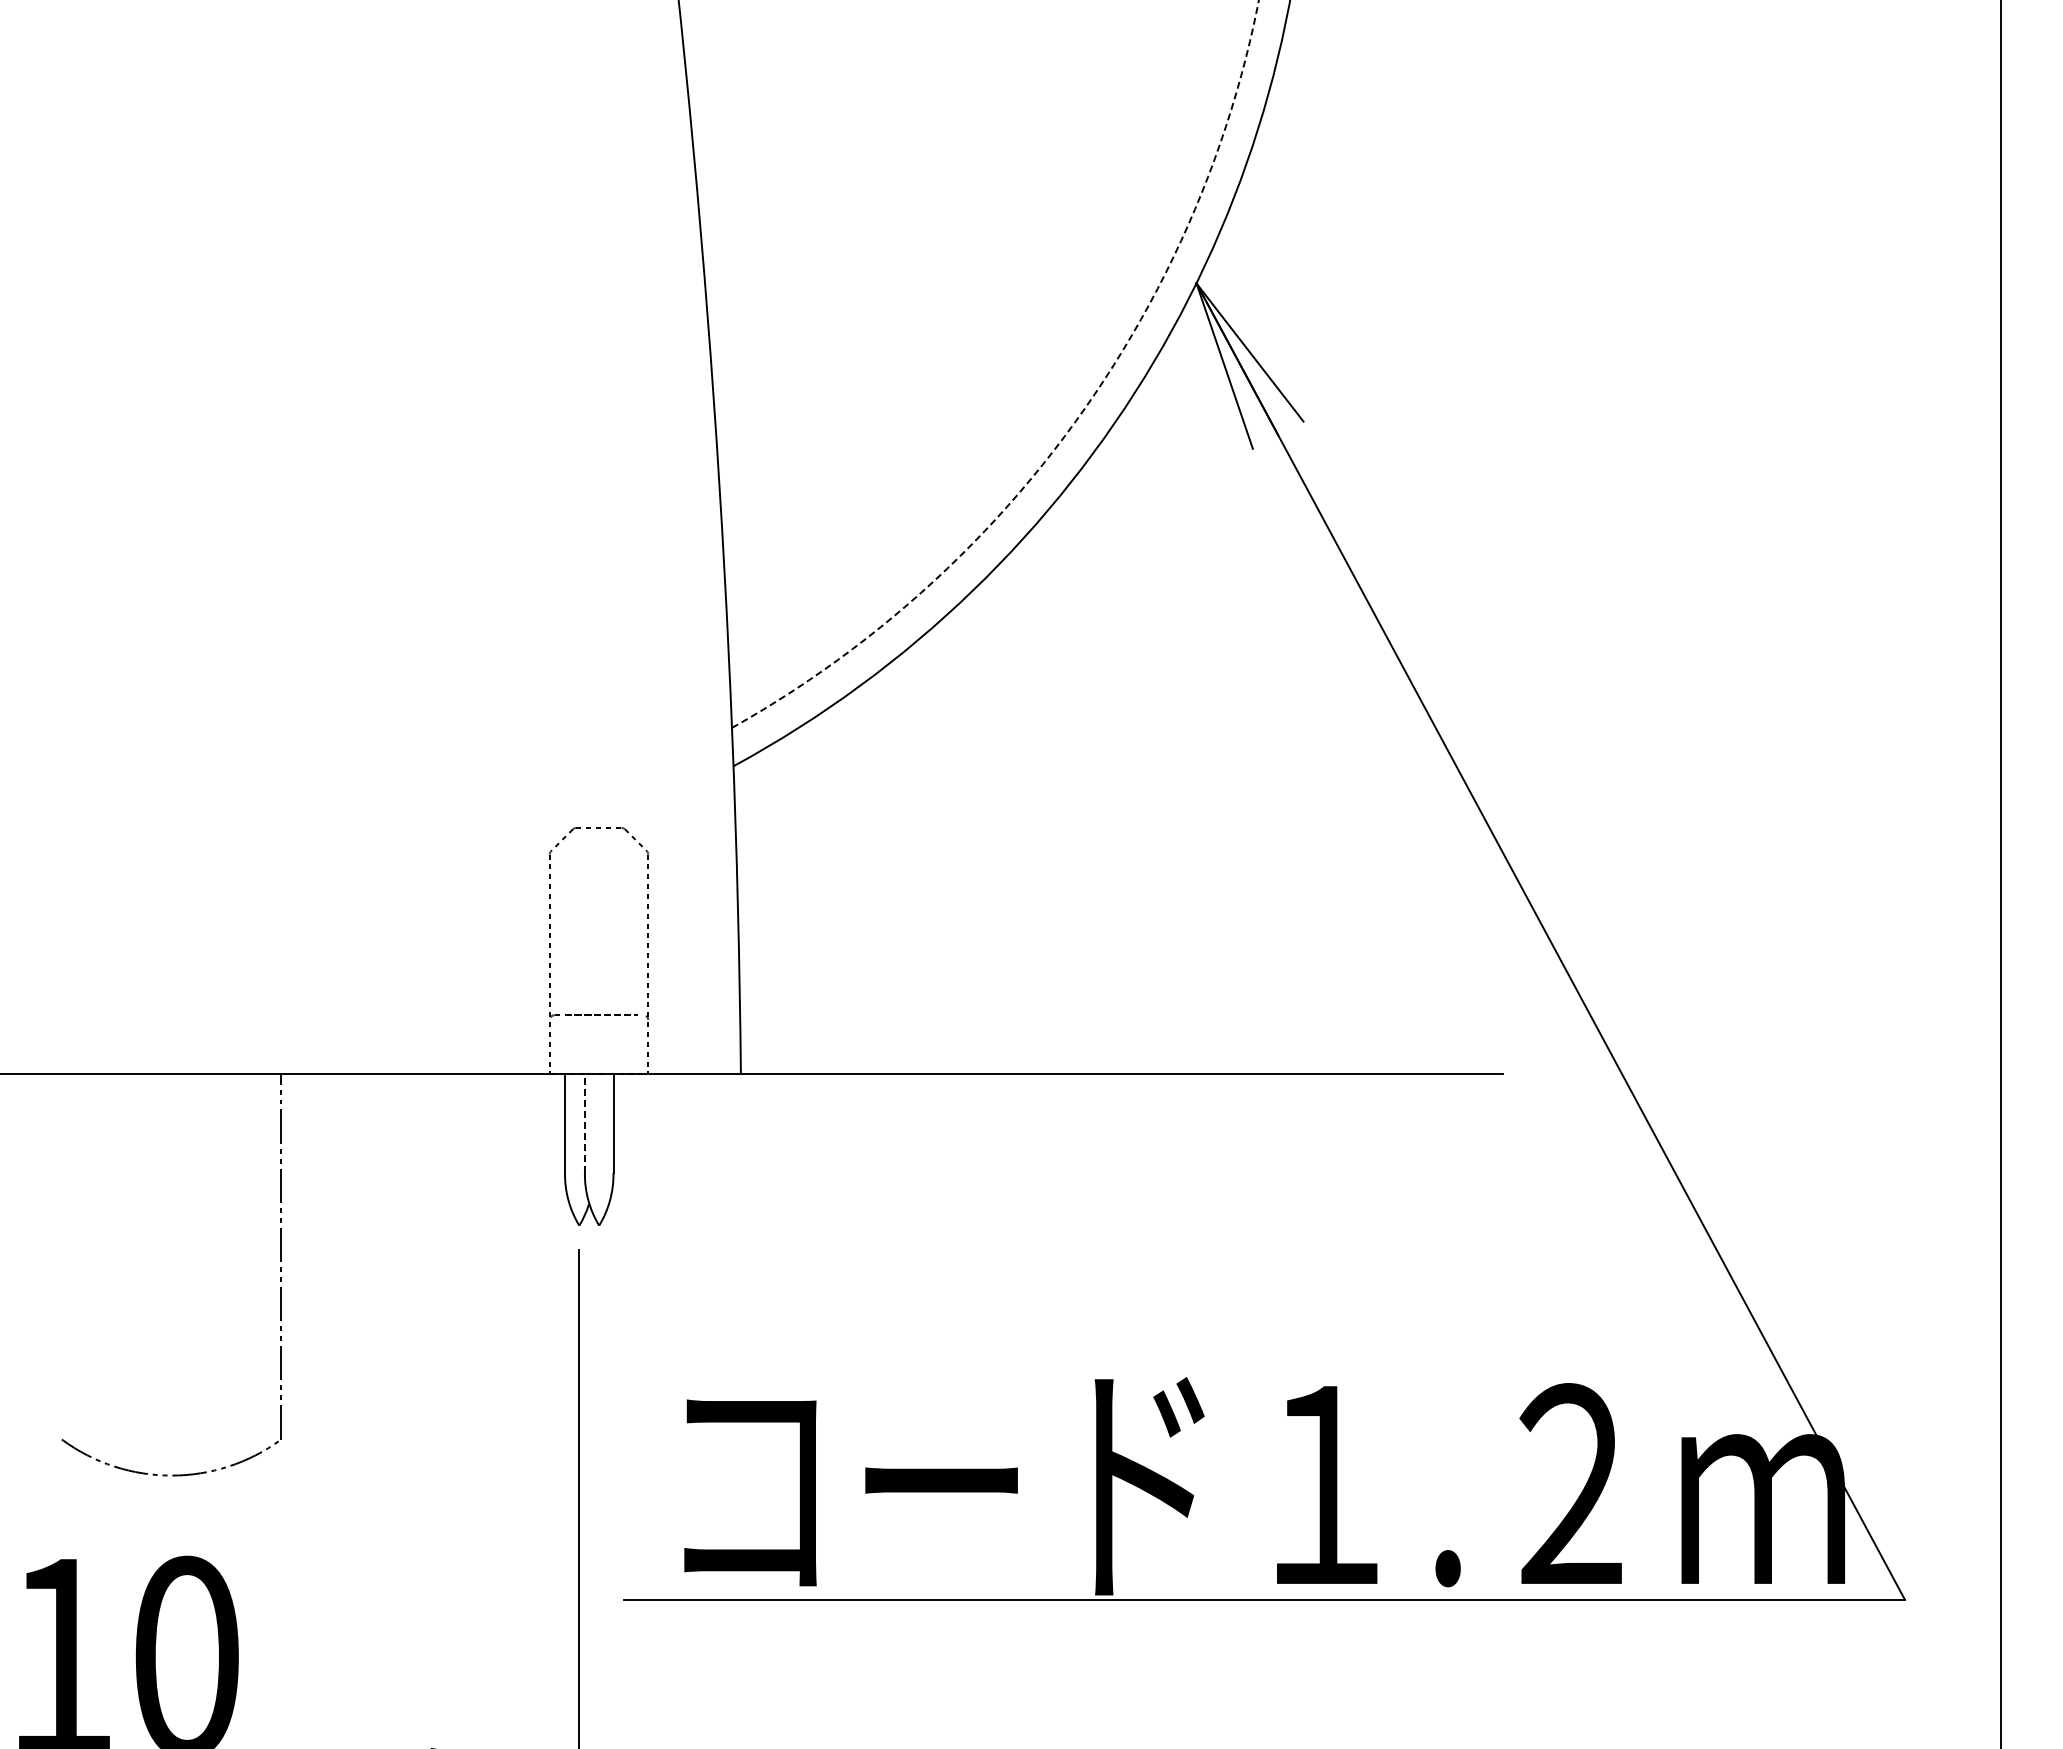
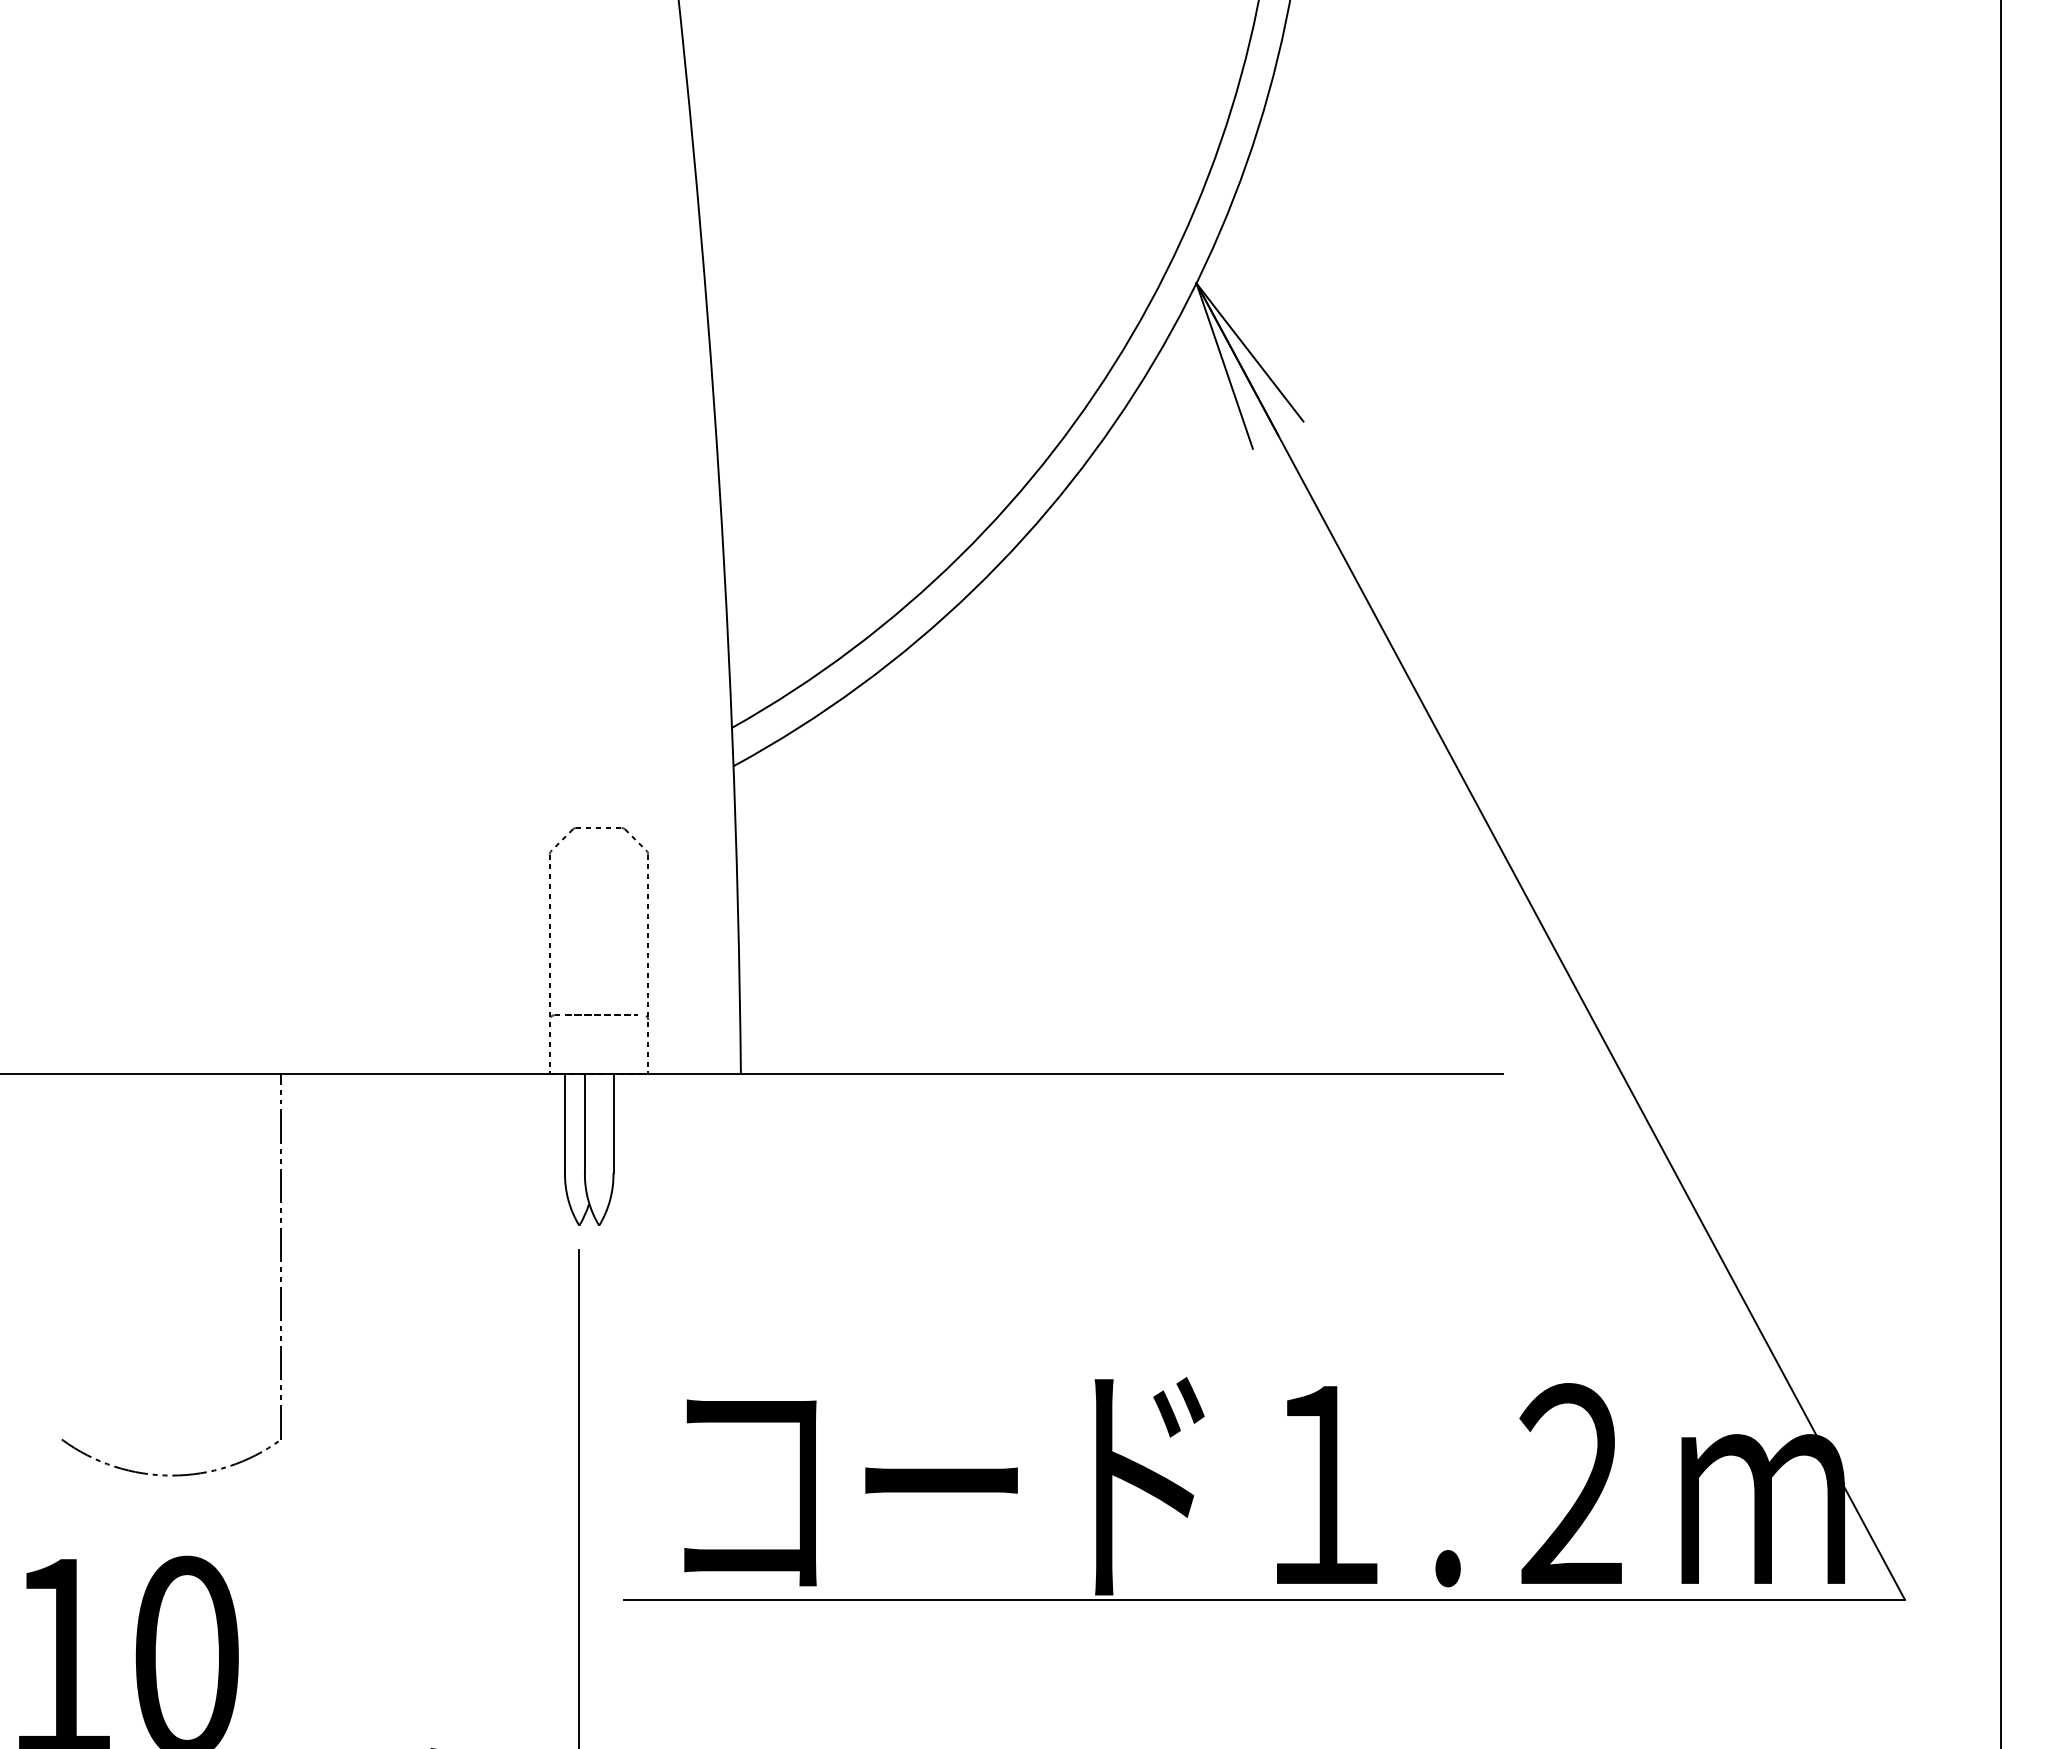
arc at (1075, 421): dashed -> solid
line at (584, 1122): dashed -> solid
